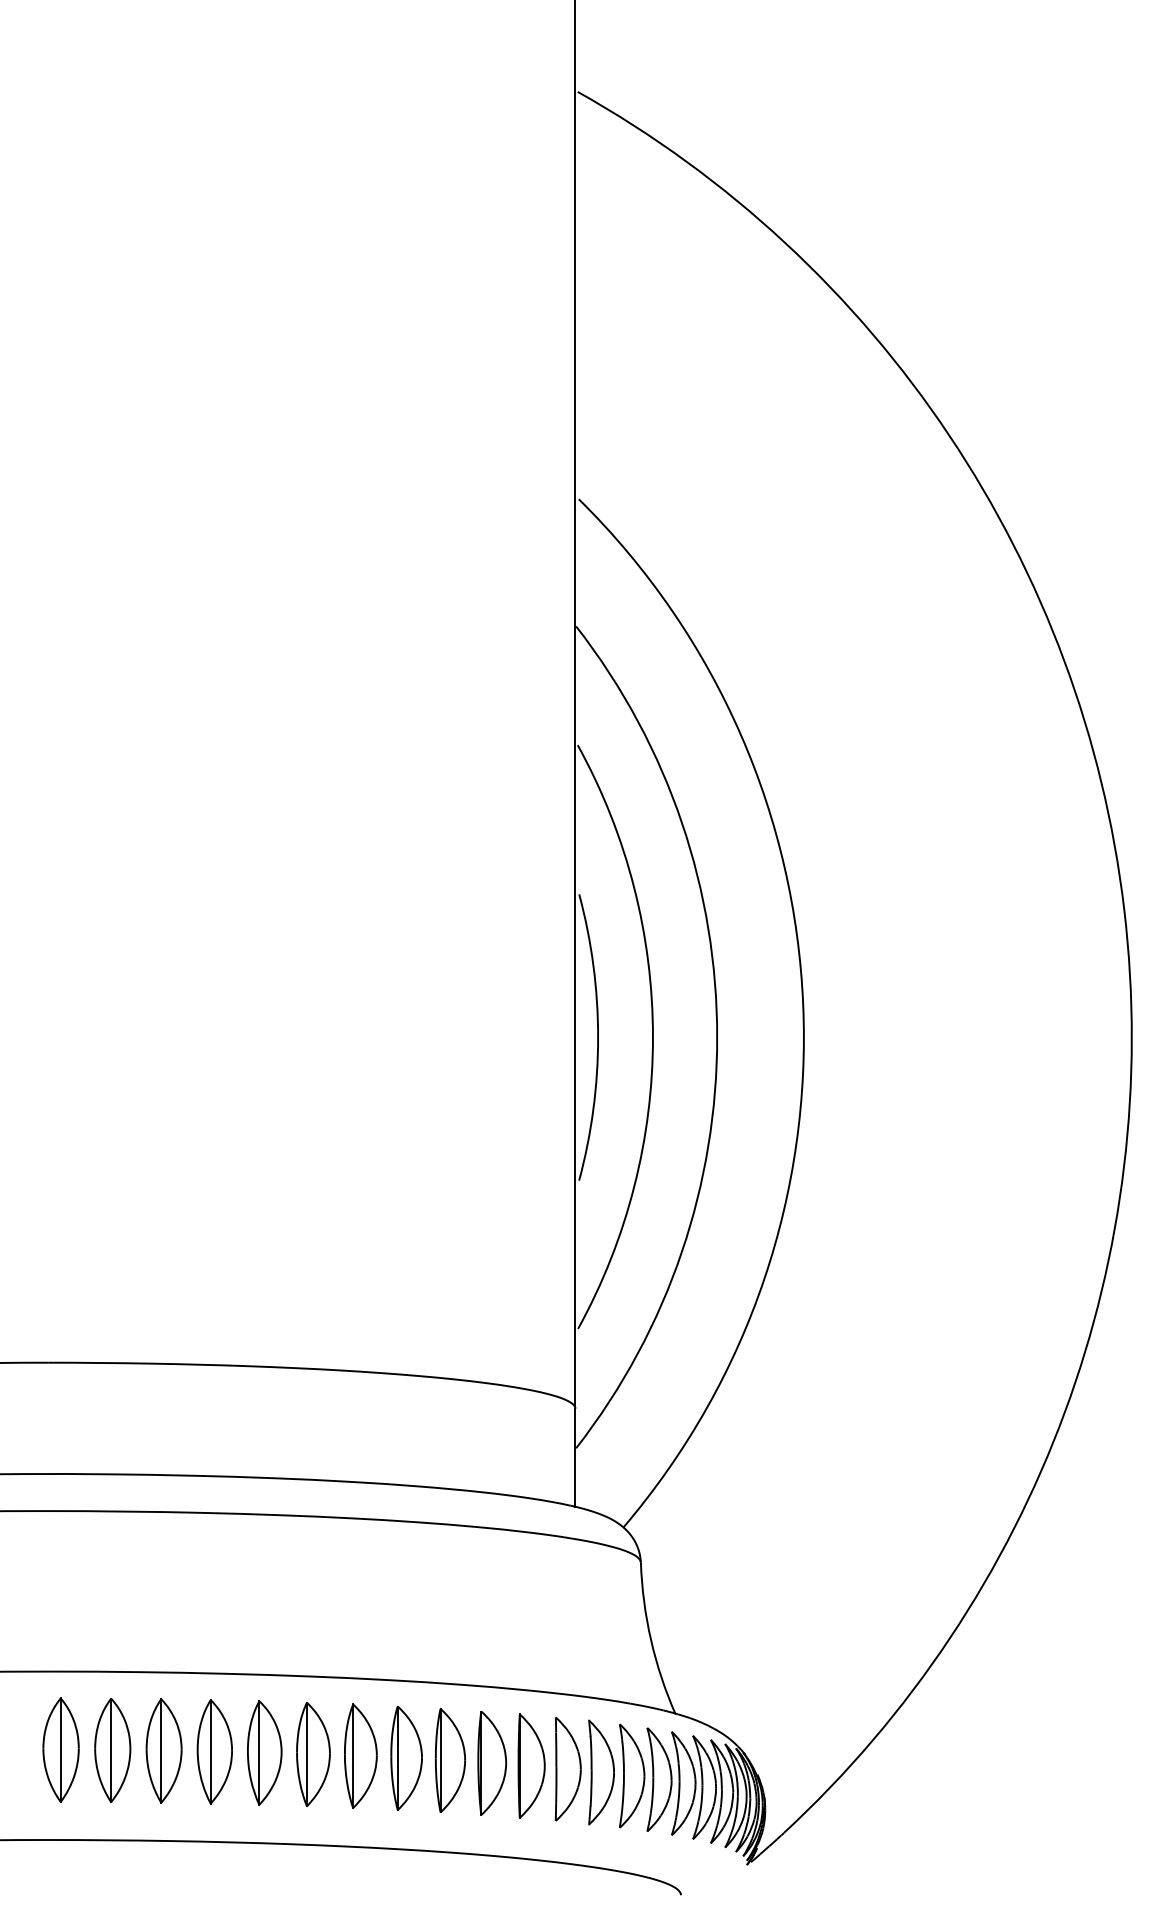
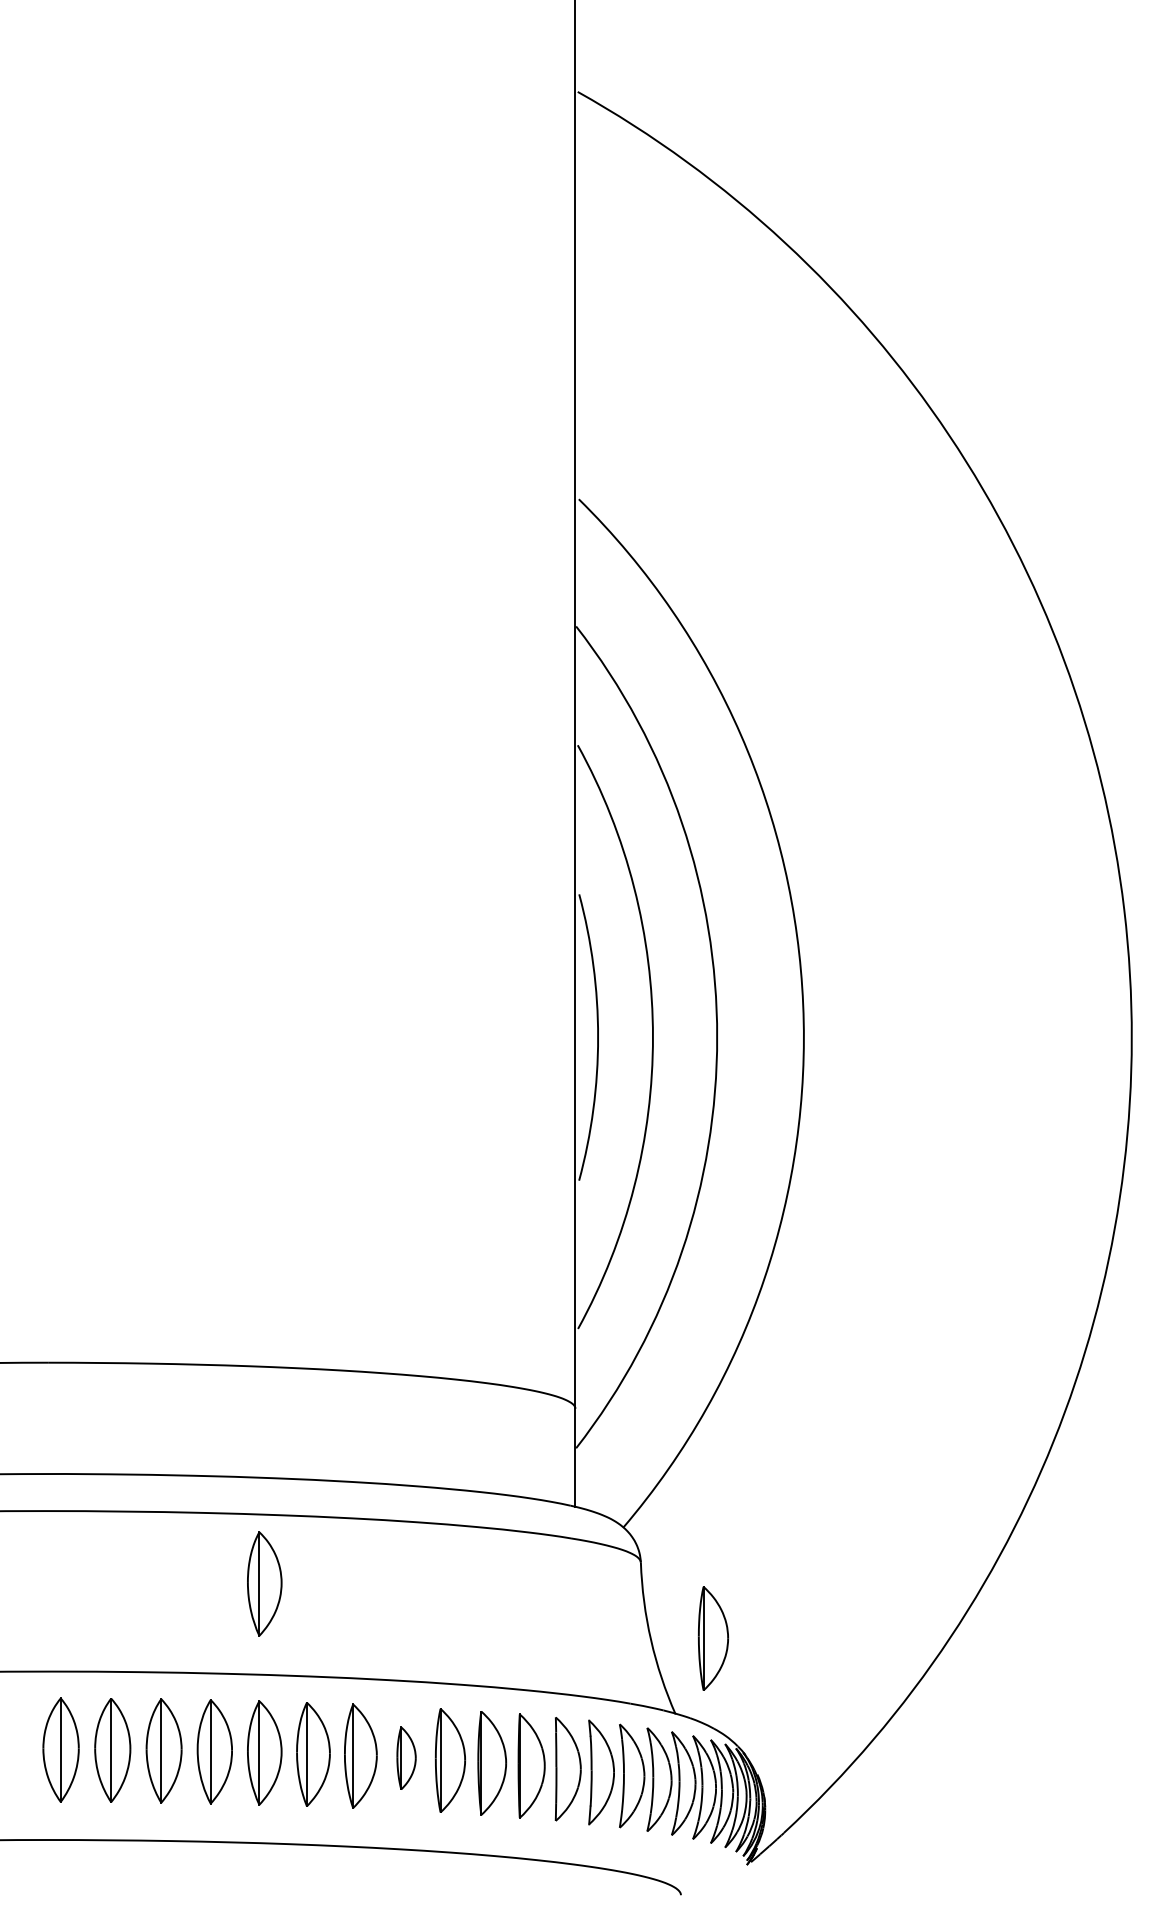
part at (264, 1583): none -> present
part at (712, 1638): none -> present
part at (406, 1758) size: 33x105 px -> 21x64 px
